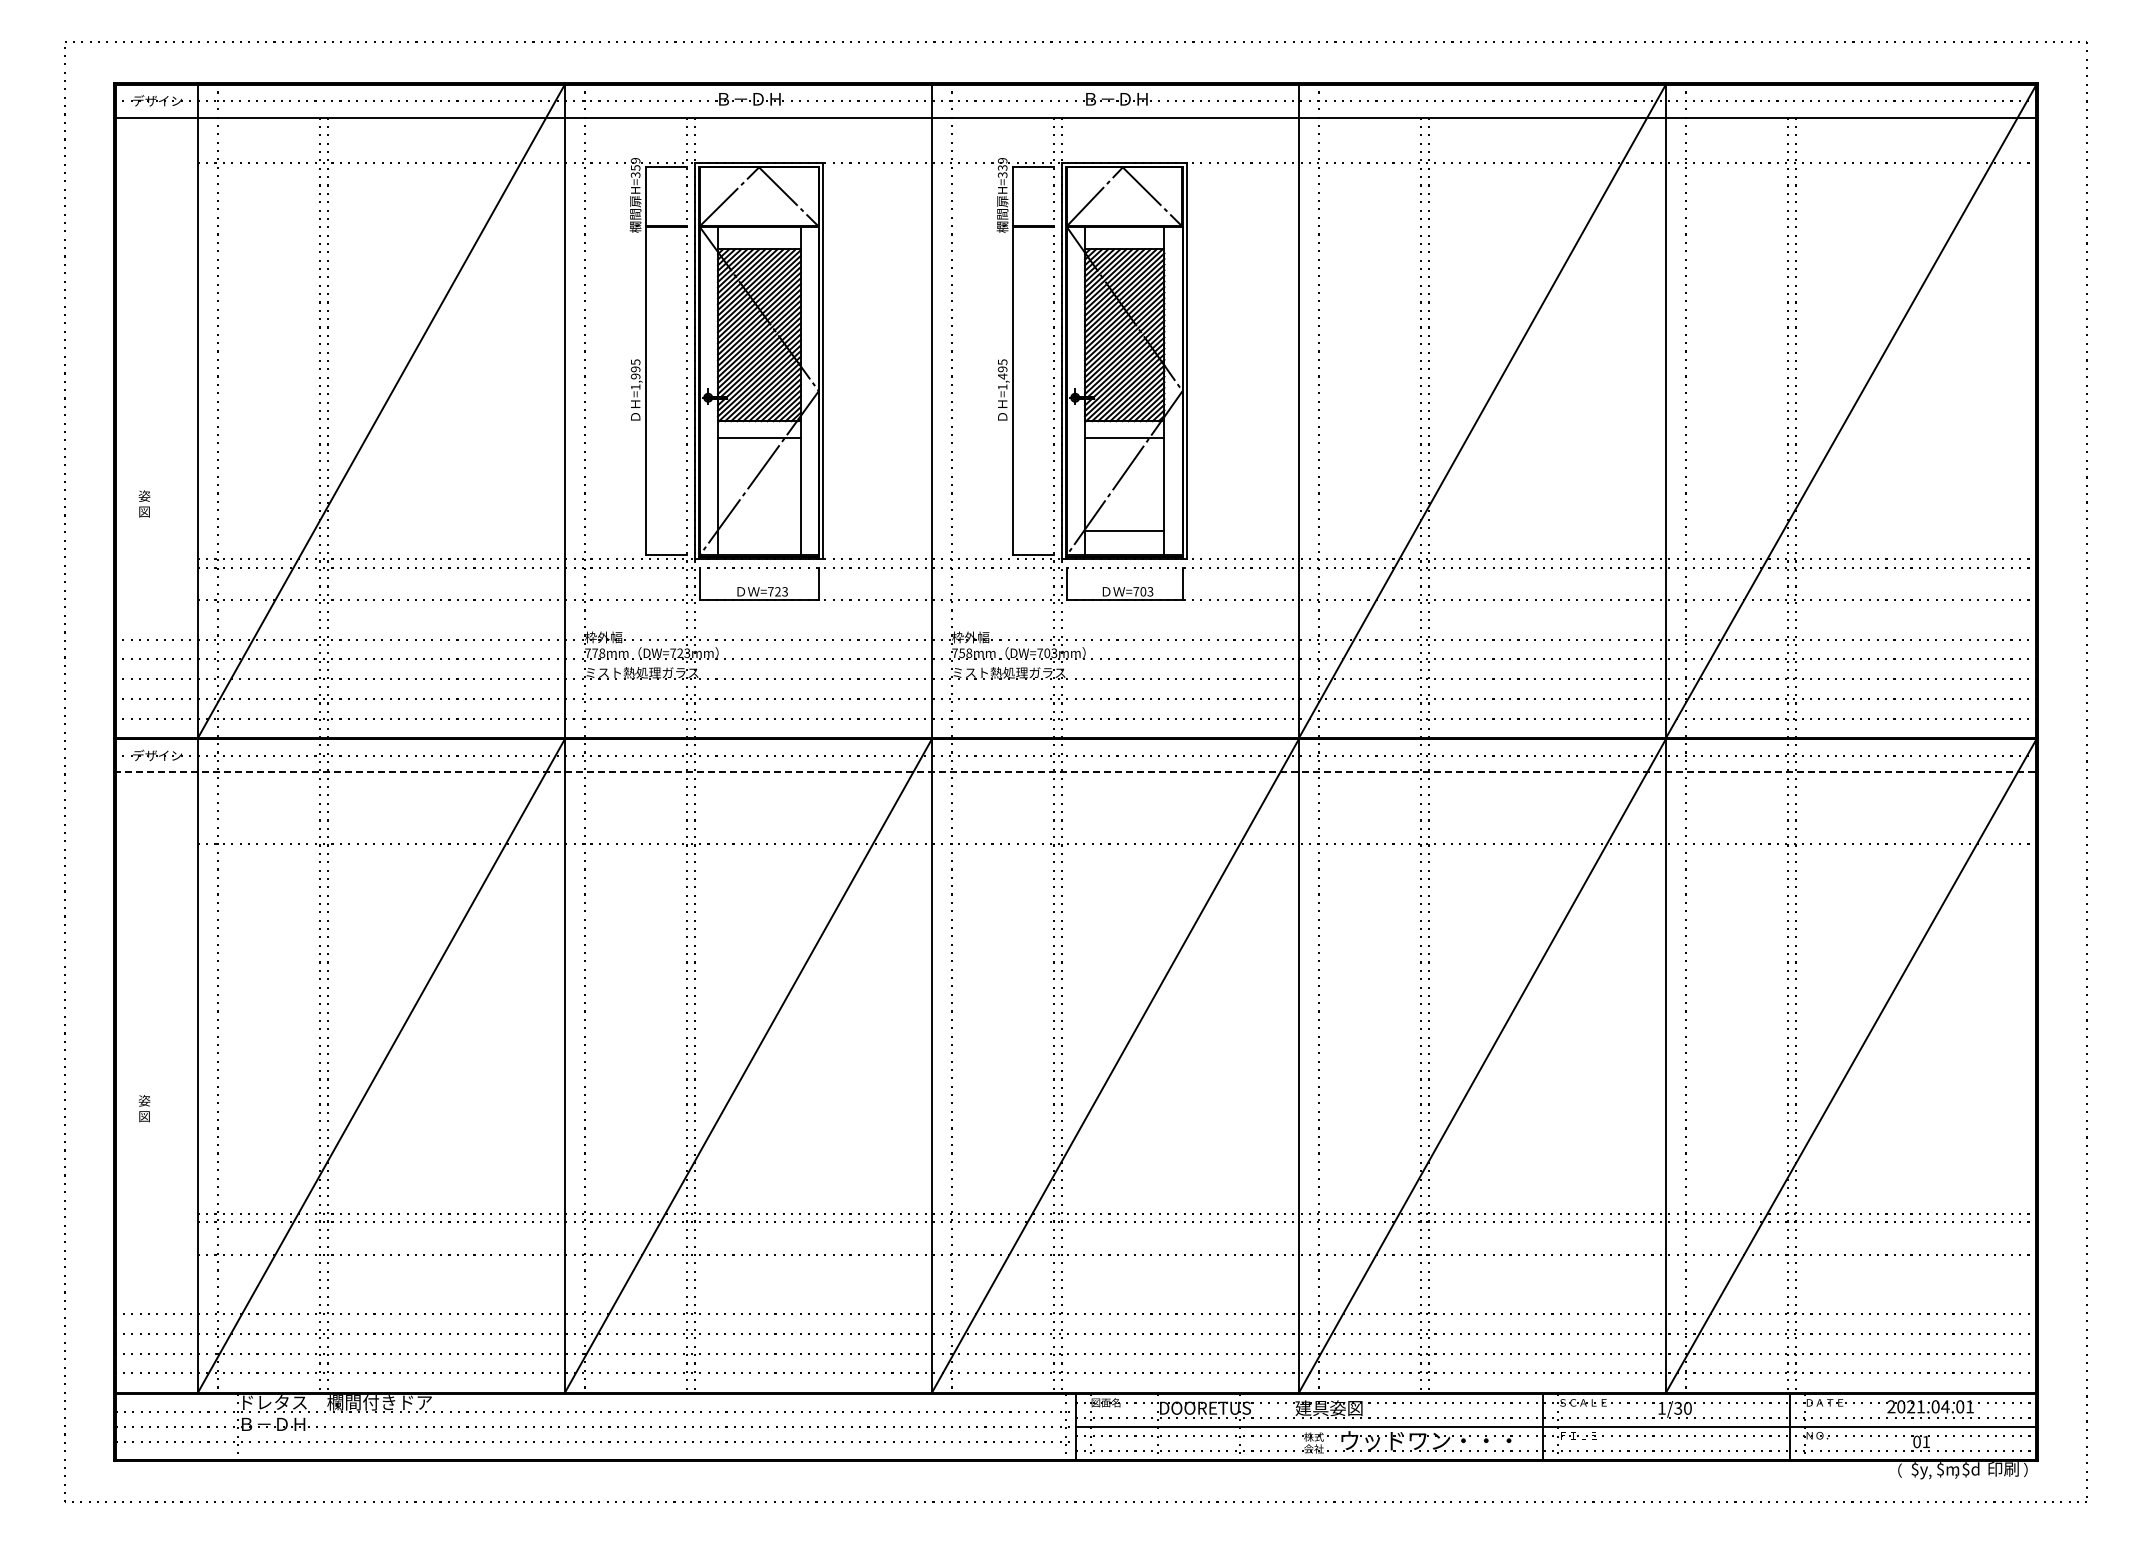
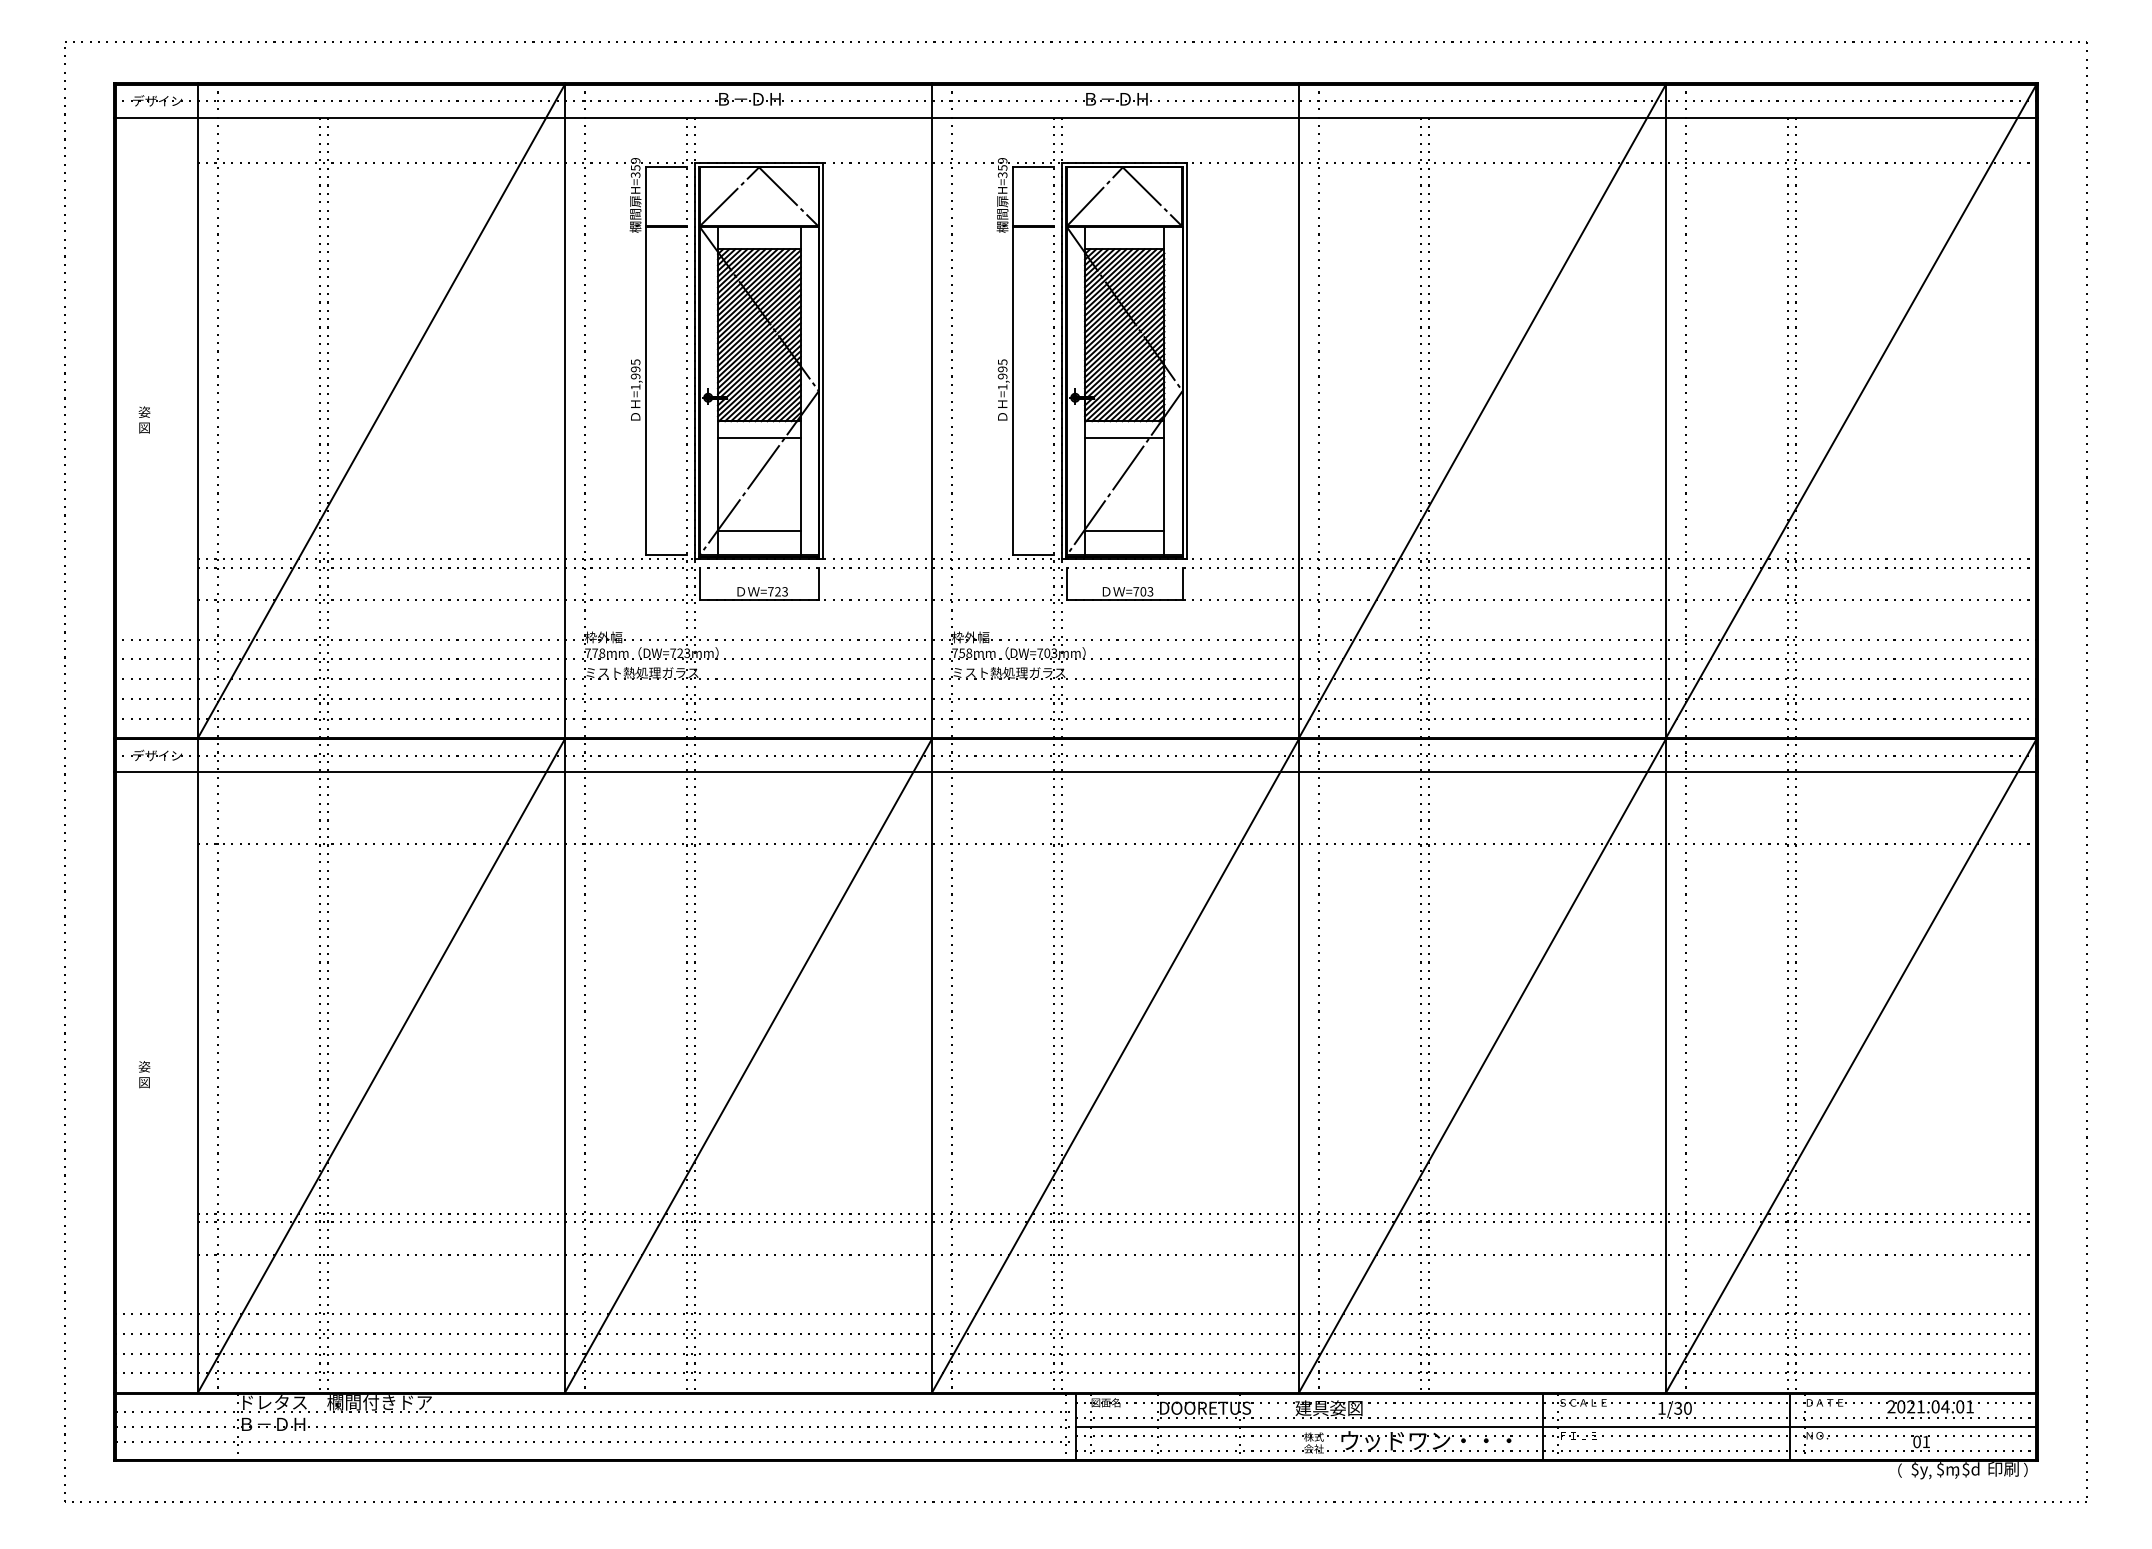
text at (1001, 167): H=339 -> H=359
text at (1002, 376): =1,495 -> =1,995
text at (144, 503) position: (144, 503) -> (144, 419)
line at (758, 530): none -> present
line at (1076, 772): dashed -> solid
text at (144, 1108) position: (144, 1108) -> (144, 1074)
